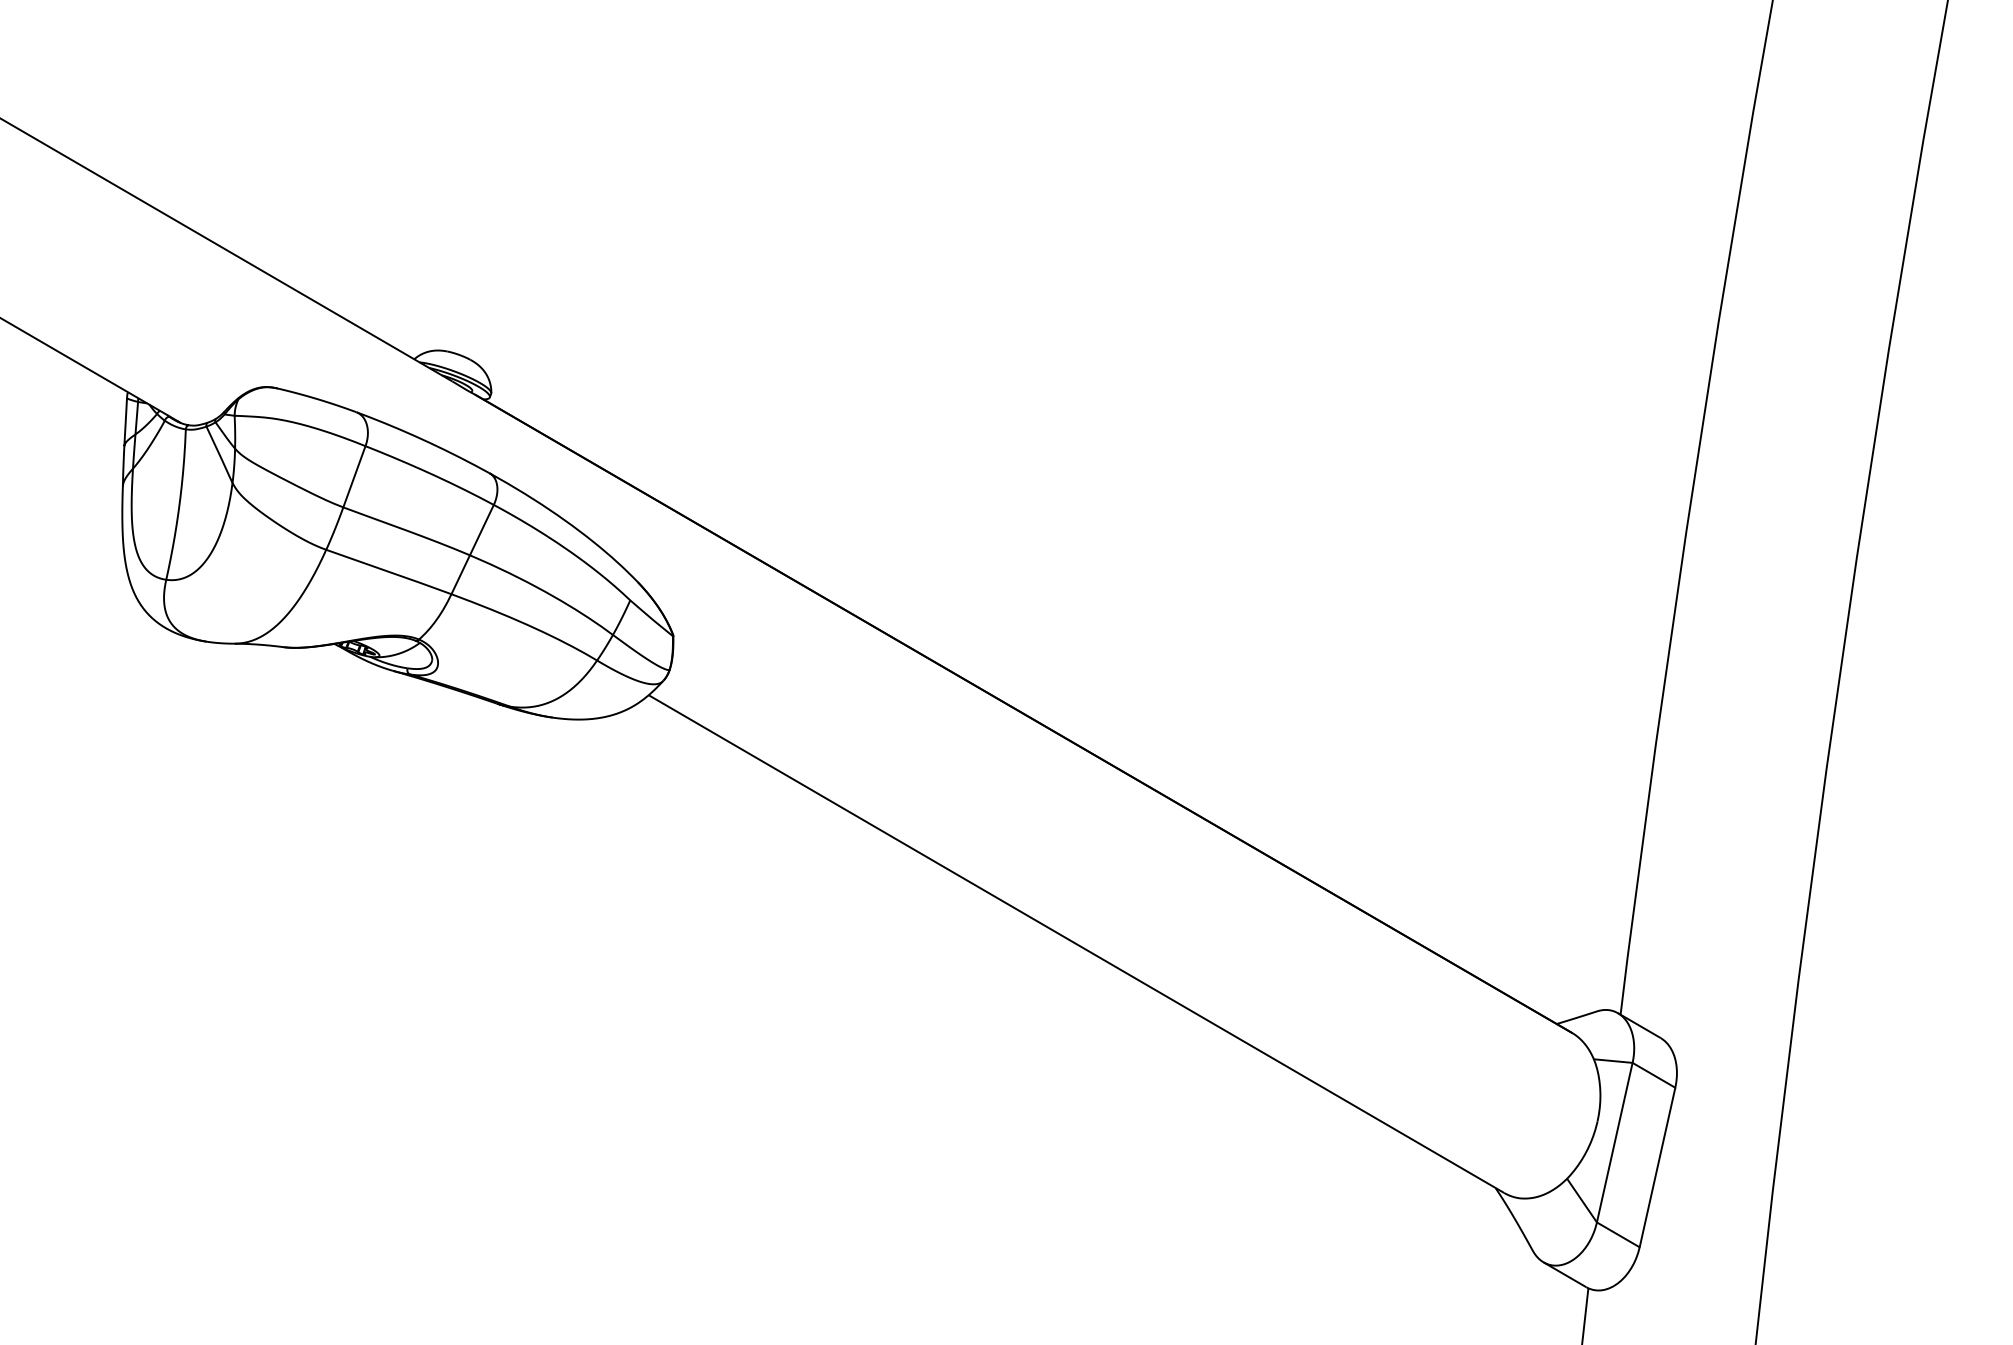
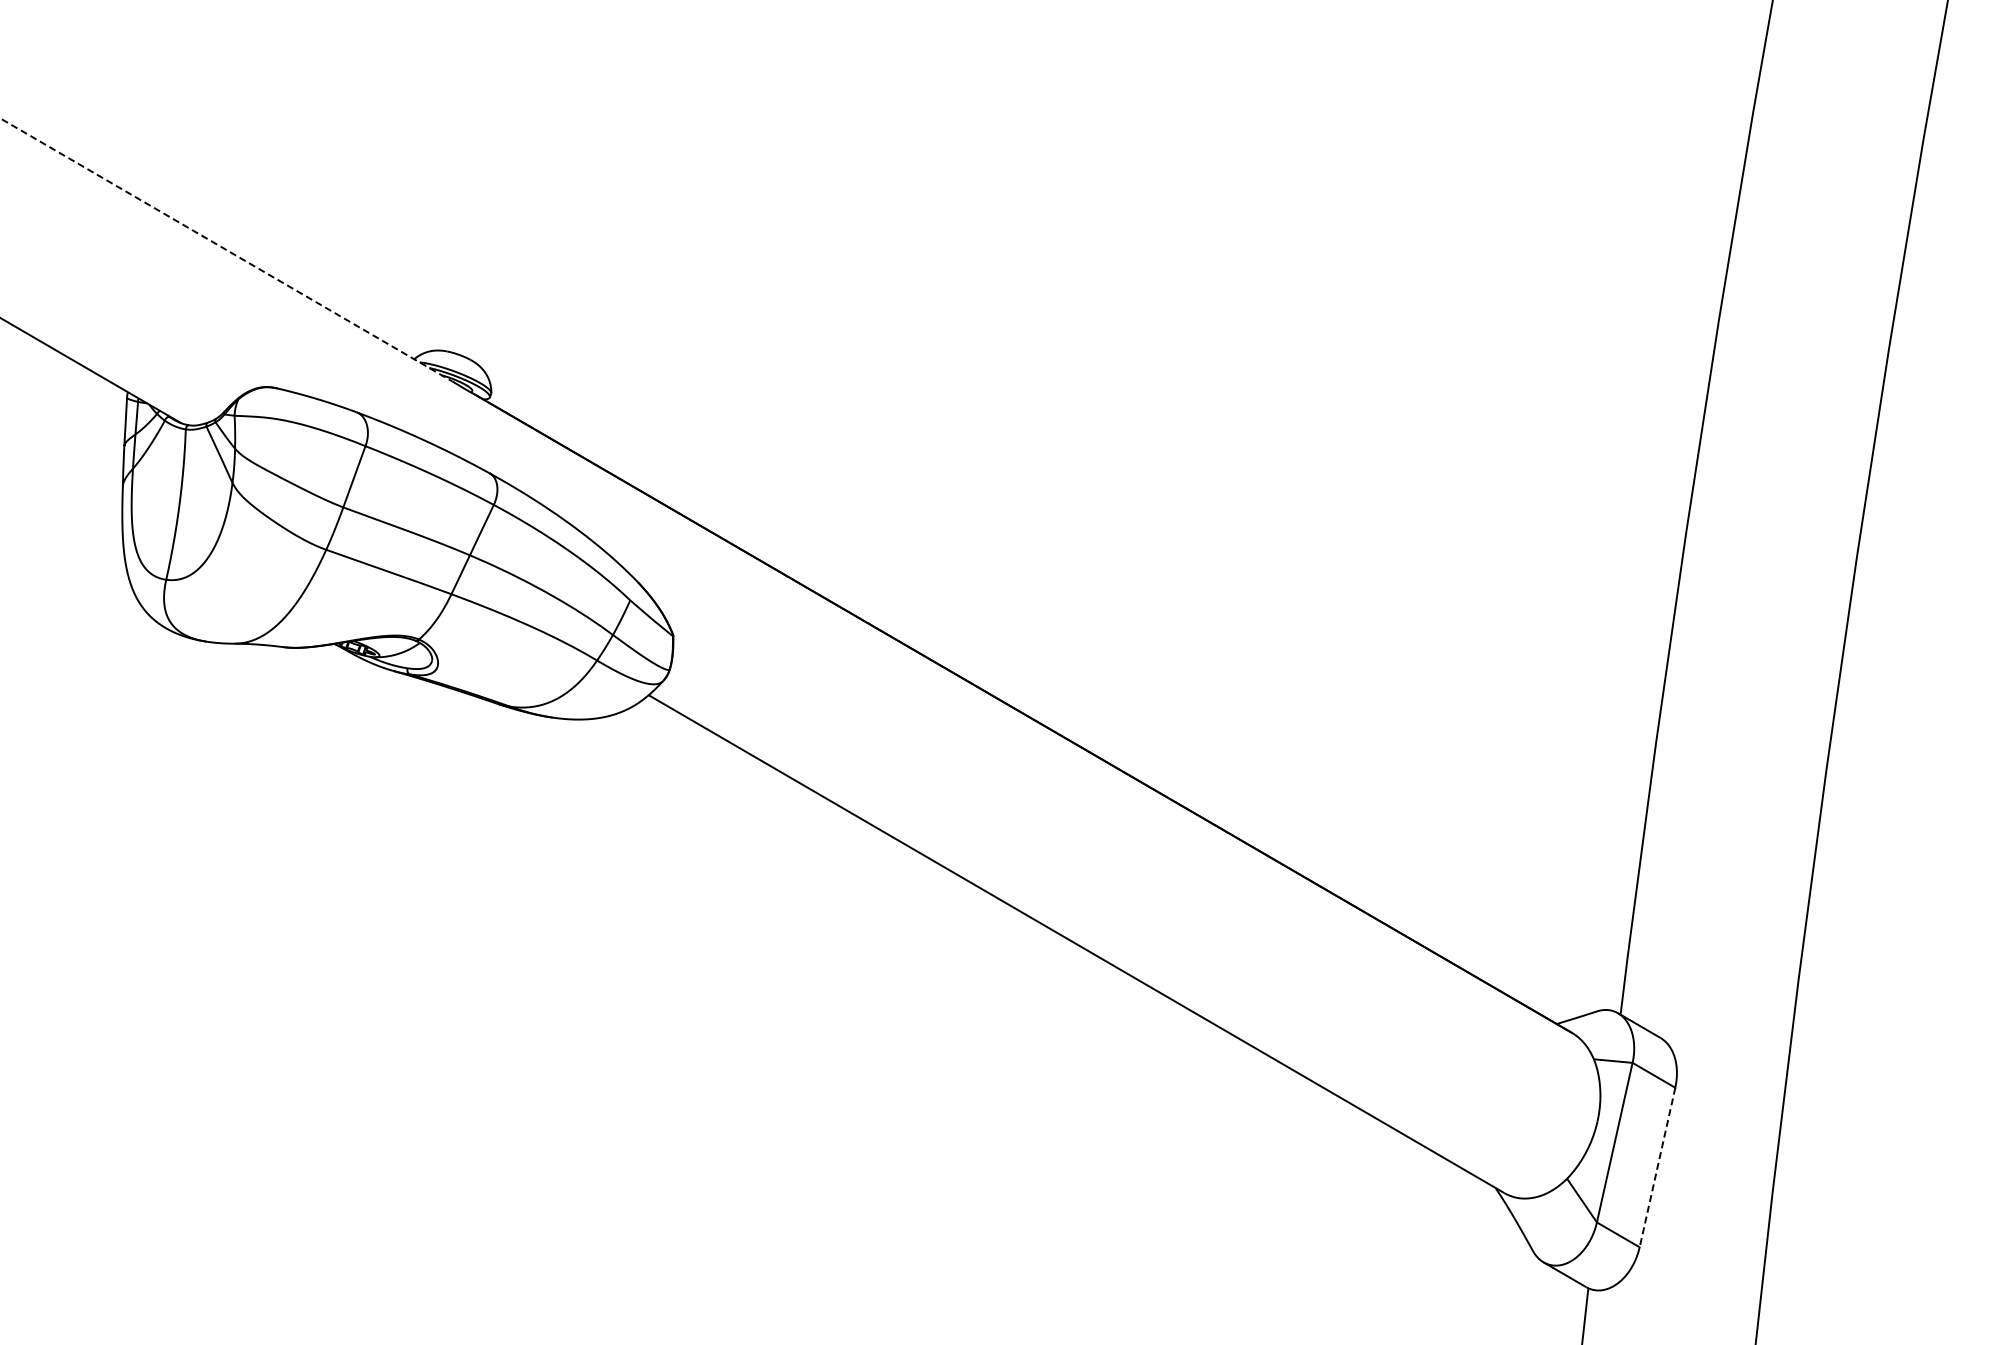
line at (226, 250): solid -> dashed
line at (1657, 1167): solid -> dashed
